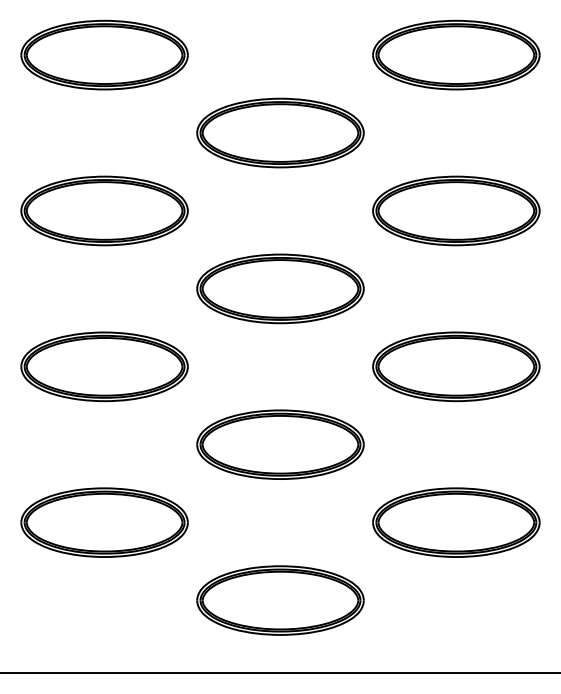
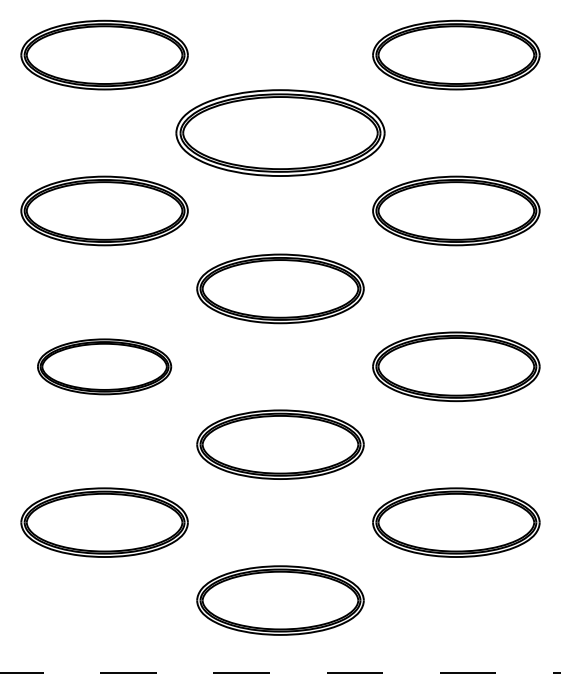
part at (280, 132) size: 169x72 px -> 211x88 px
part at (104, 366) size: 169x72 px -> 136x58 px
line at (280, 673): solid -> dashed
